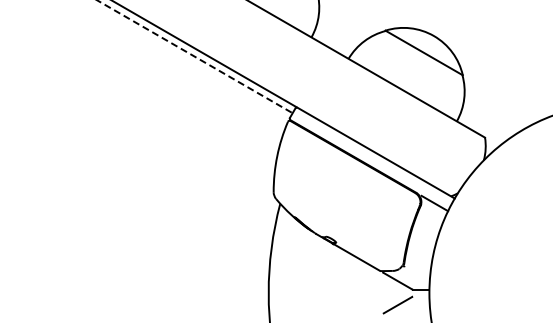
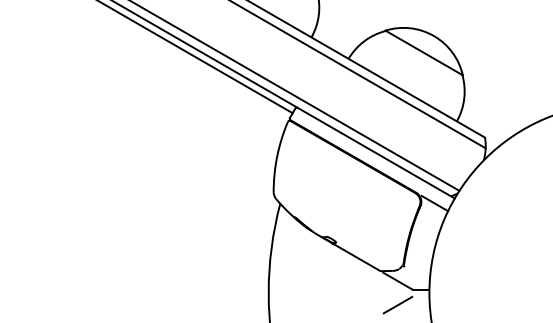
line at (194, 56): dashed -> solid
line at (358, 75): none -> present
line at (295, 96): none -> present
